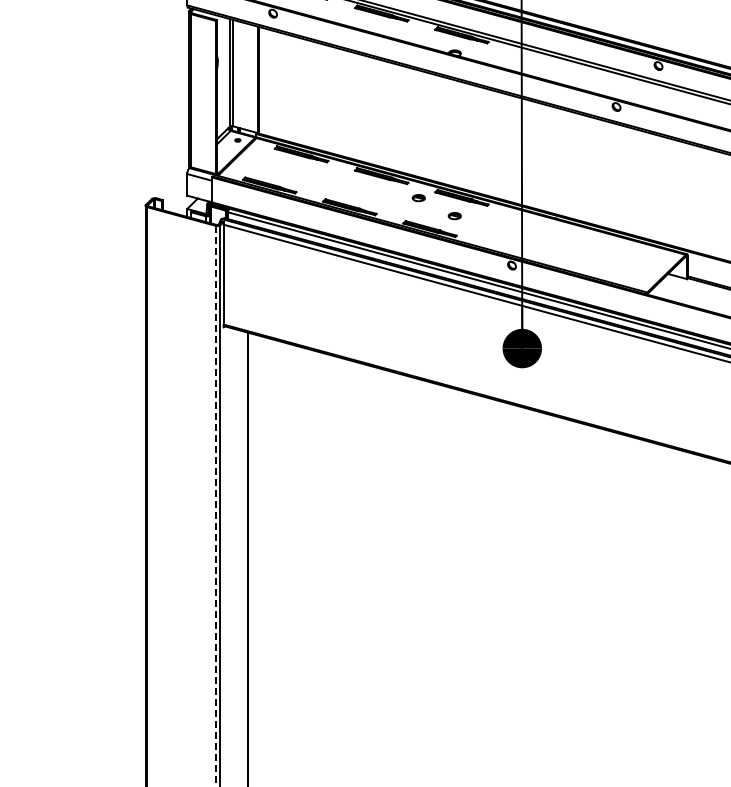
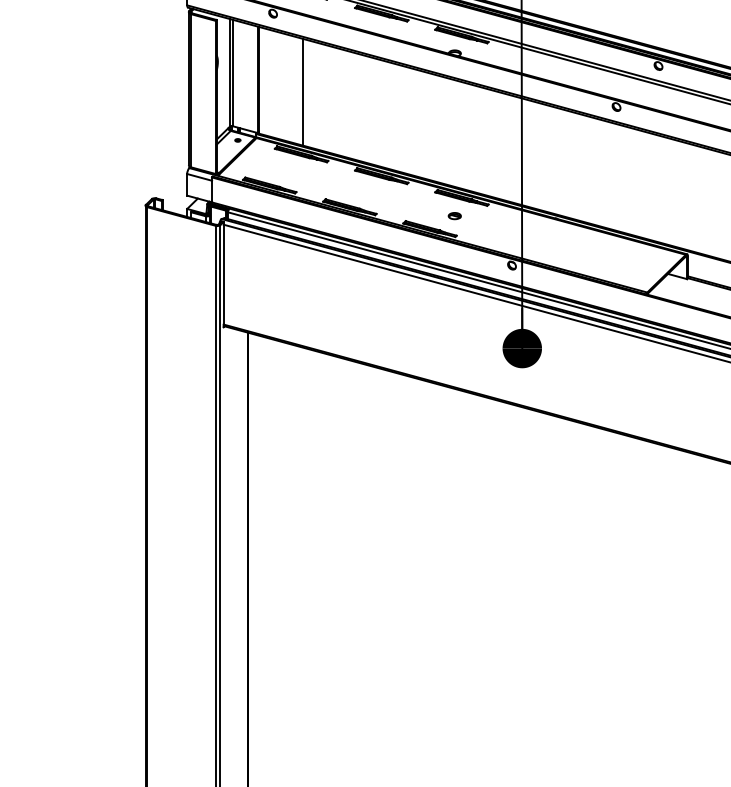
line at (302, 91): none -> present
part at (418, 198): present -> none
line at (215, 506): dashed -> solid
